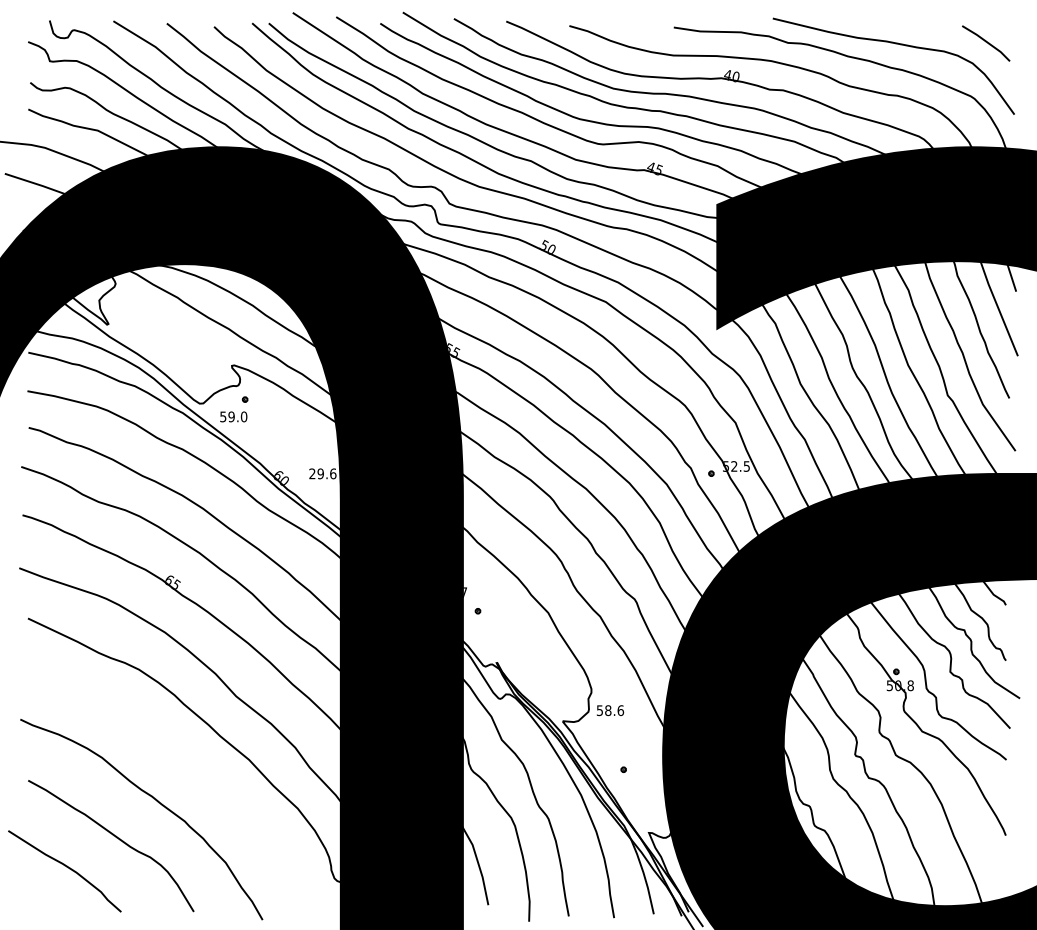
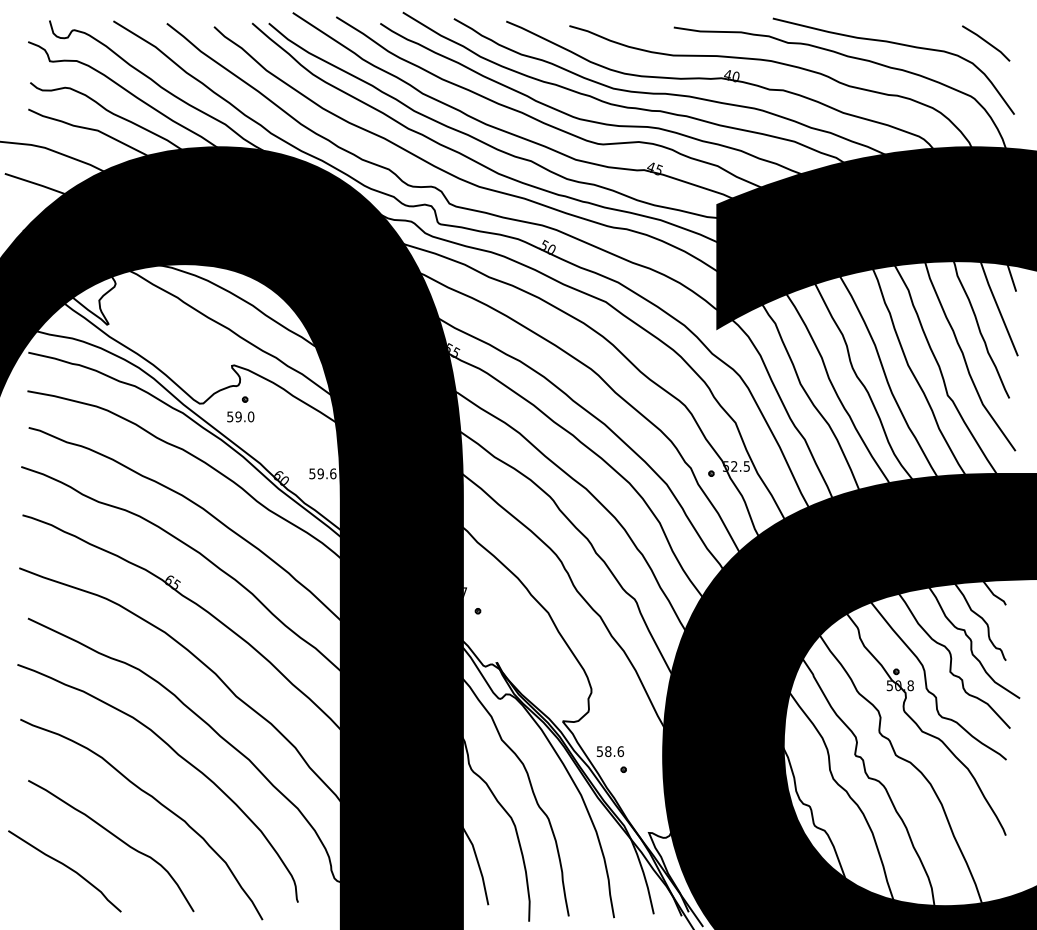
text at (233, 416) position: (233, 416) -> (240, 416)
text at (312, 473): 29.6 -> 59.6
text at (610, 710) position: (610, 710) -> (610, 751)
curve at (177, 755): none -> present
